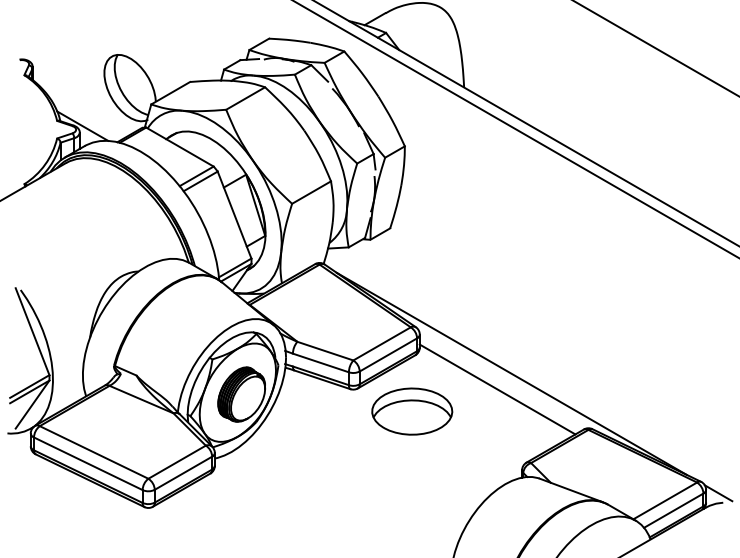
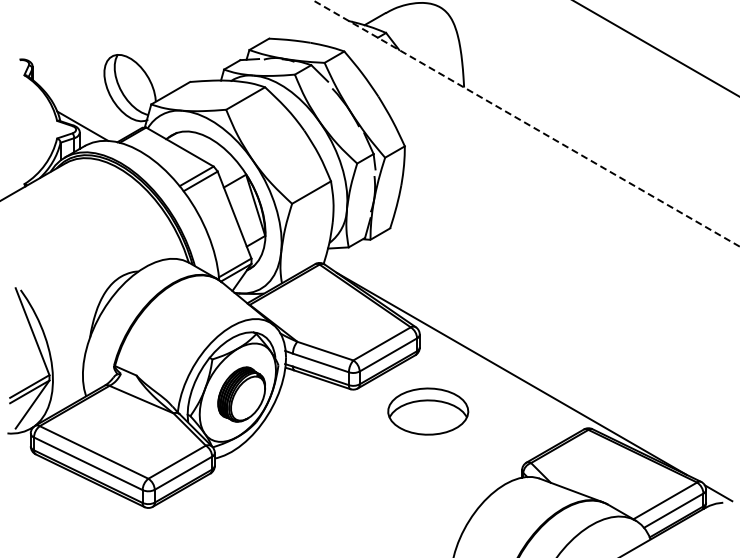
line at (525, 122): solid -> dashed
line at (515, 129): present -> none
line at (497, 389): present -> none
part at (412, 411) position: (412, 411) -> (428, 411)
